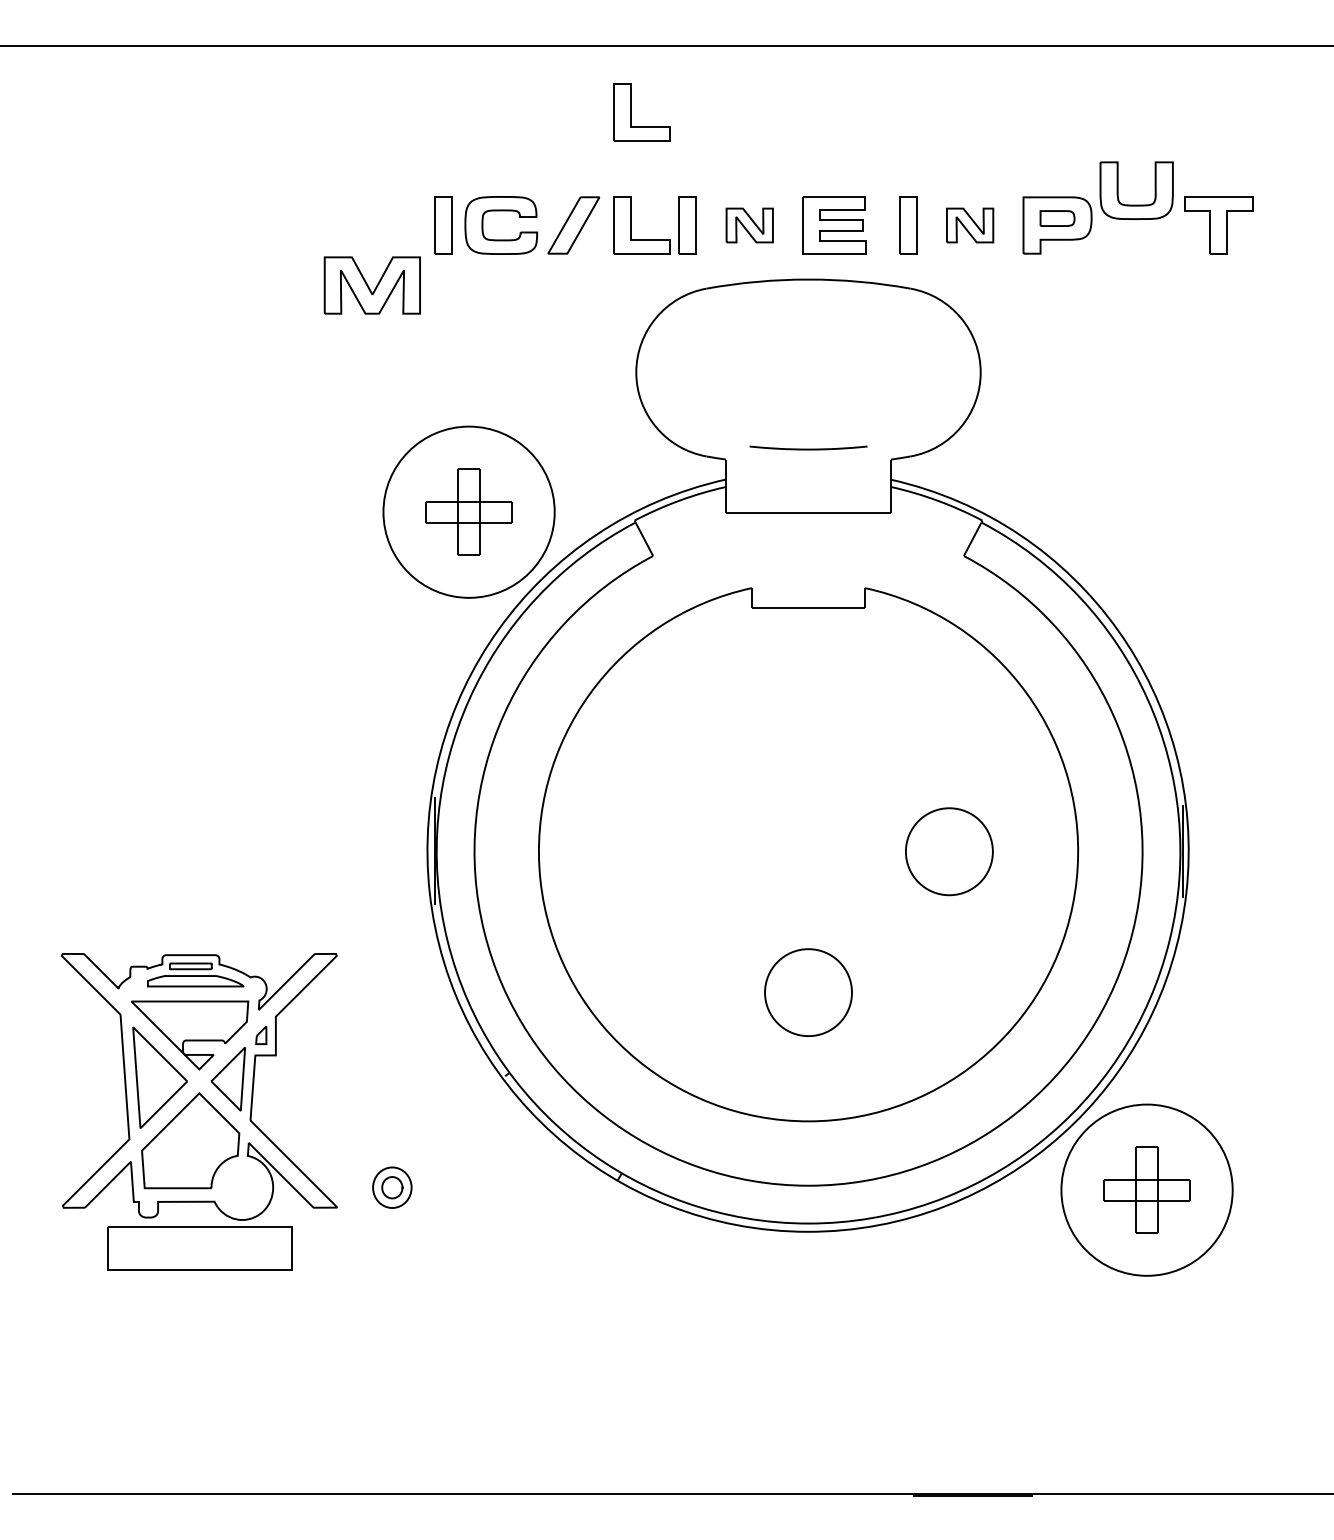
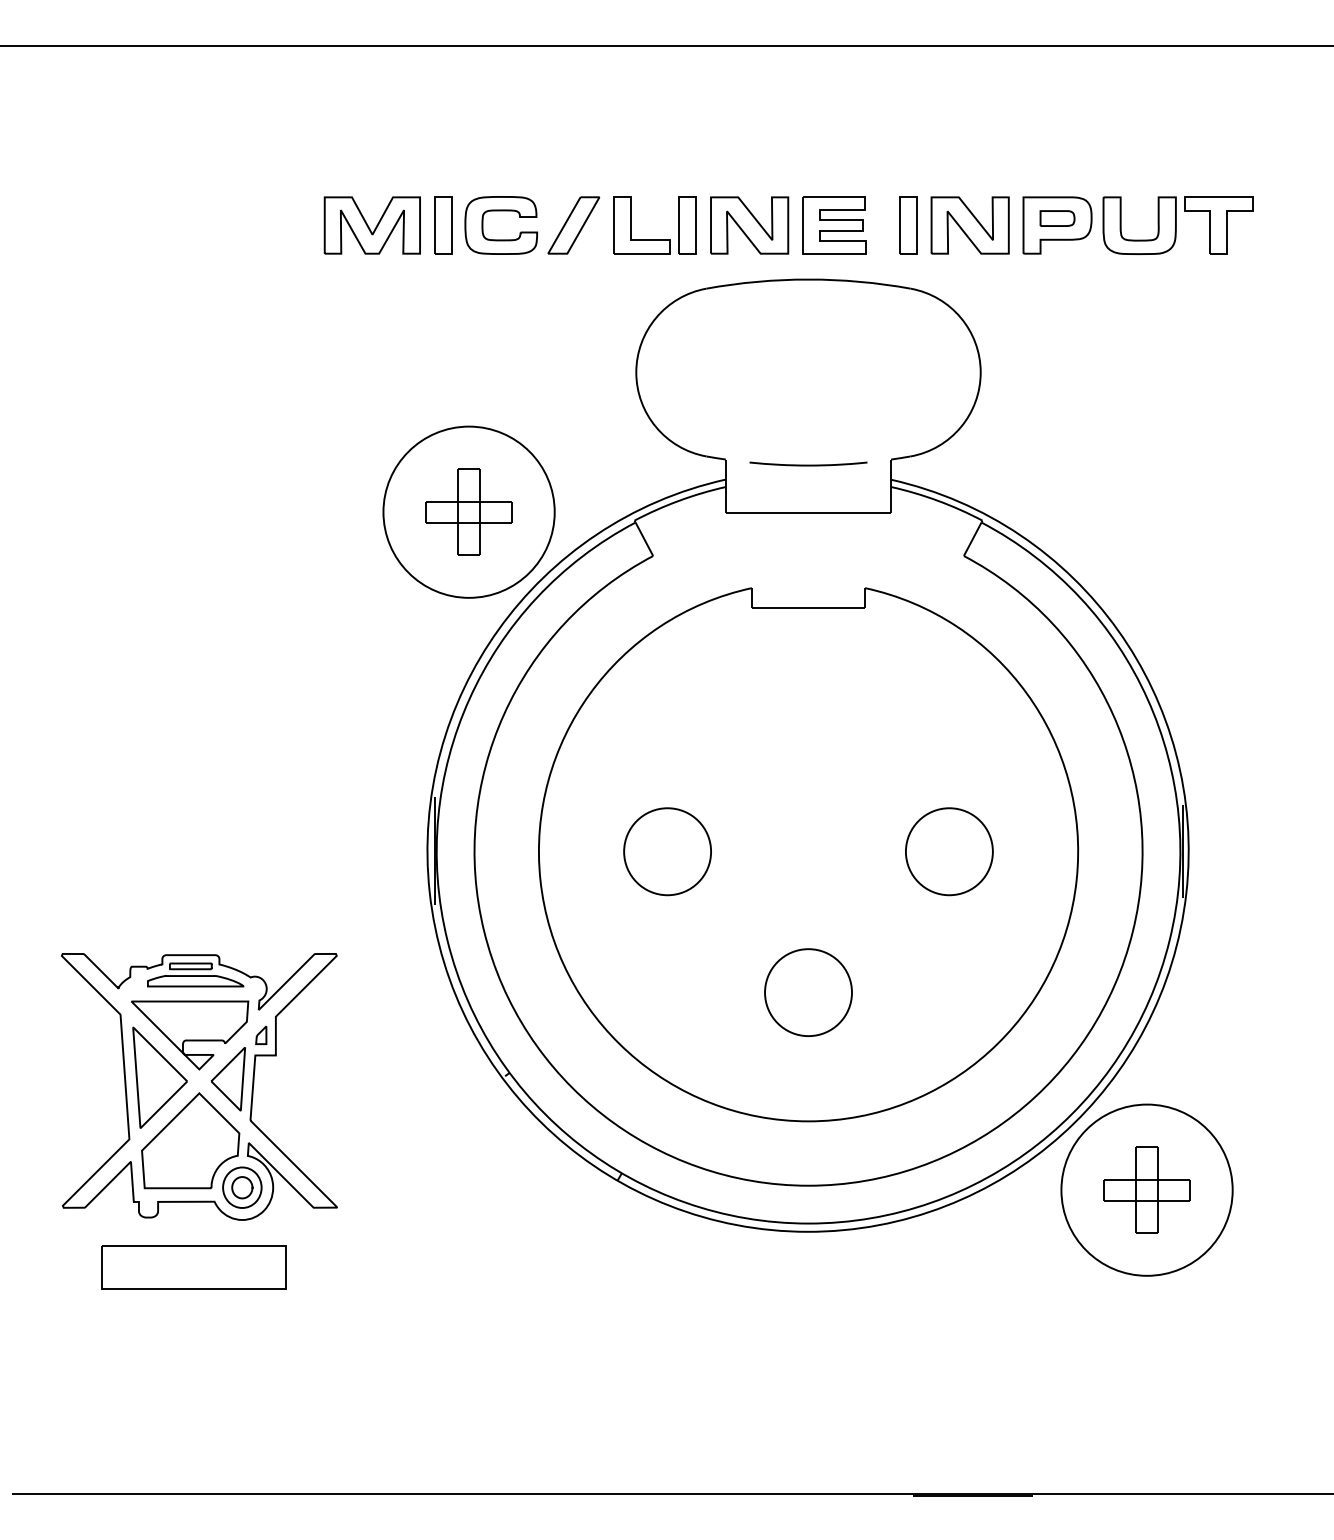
part at (631, 112): present -> none
part at (1136, 204) position: (1136, 204) -> (1139, 239)
part at (749, 225) size: 49x37 px -> 80x59 px
part at (970, 225) size: 49x37 px -> 80x59 px
part at (371, 285) position: (371, 285) -> (371, 225)
curve at (808, 448) position: (808, 448) -> (808, 464)
part at (667, 851): none -> present
part at (392, 1187) position: (392, 1187) -> (242, 1187)
part at (199, 1248) position: (199, 1248) -> (193, 1267)
